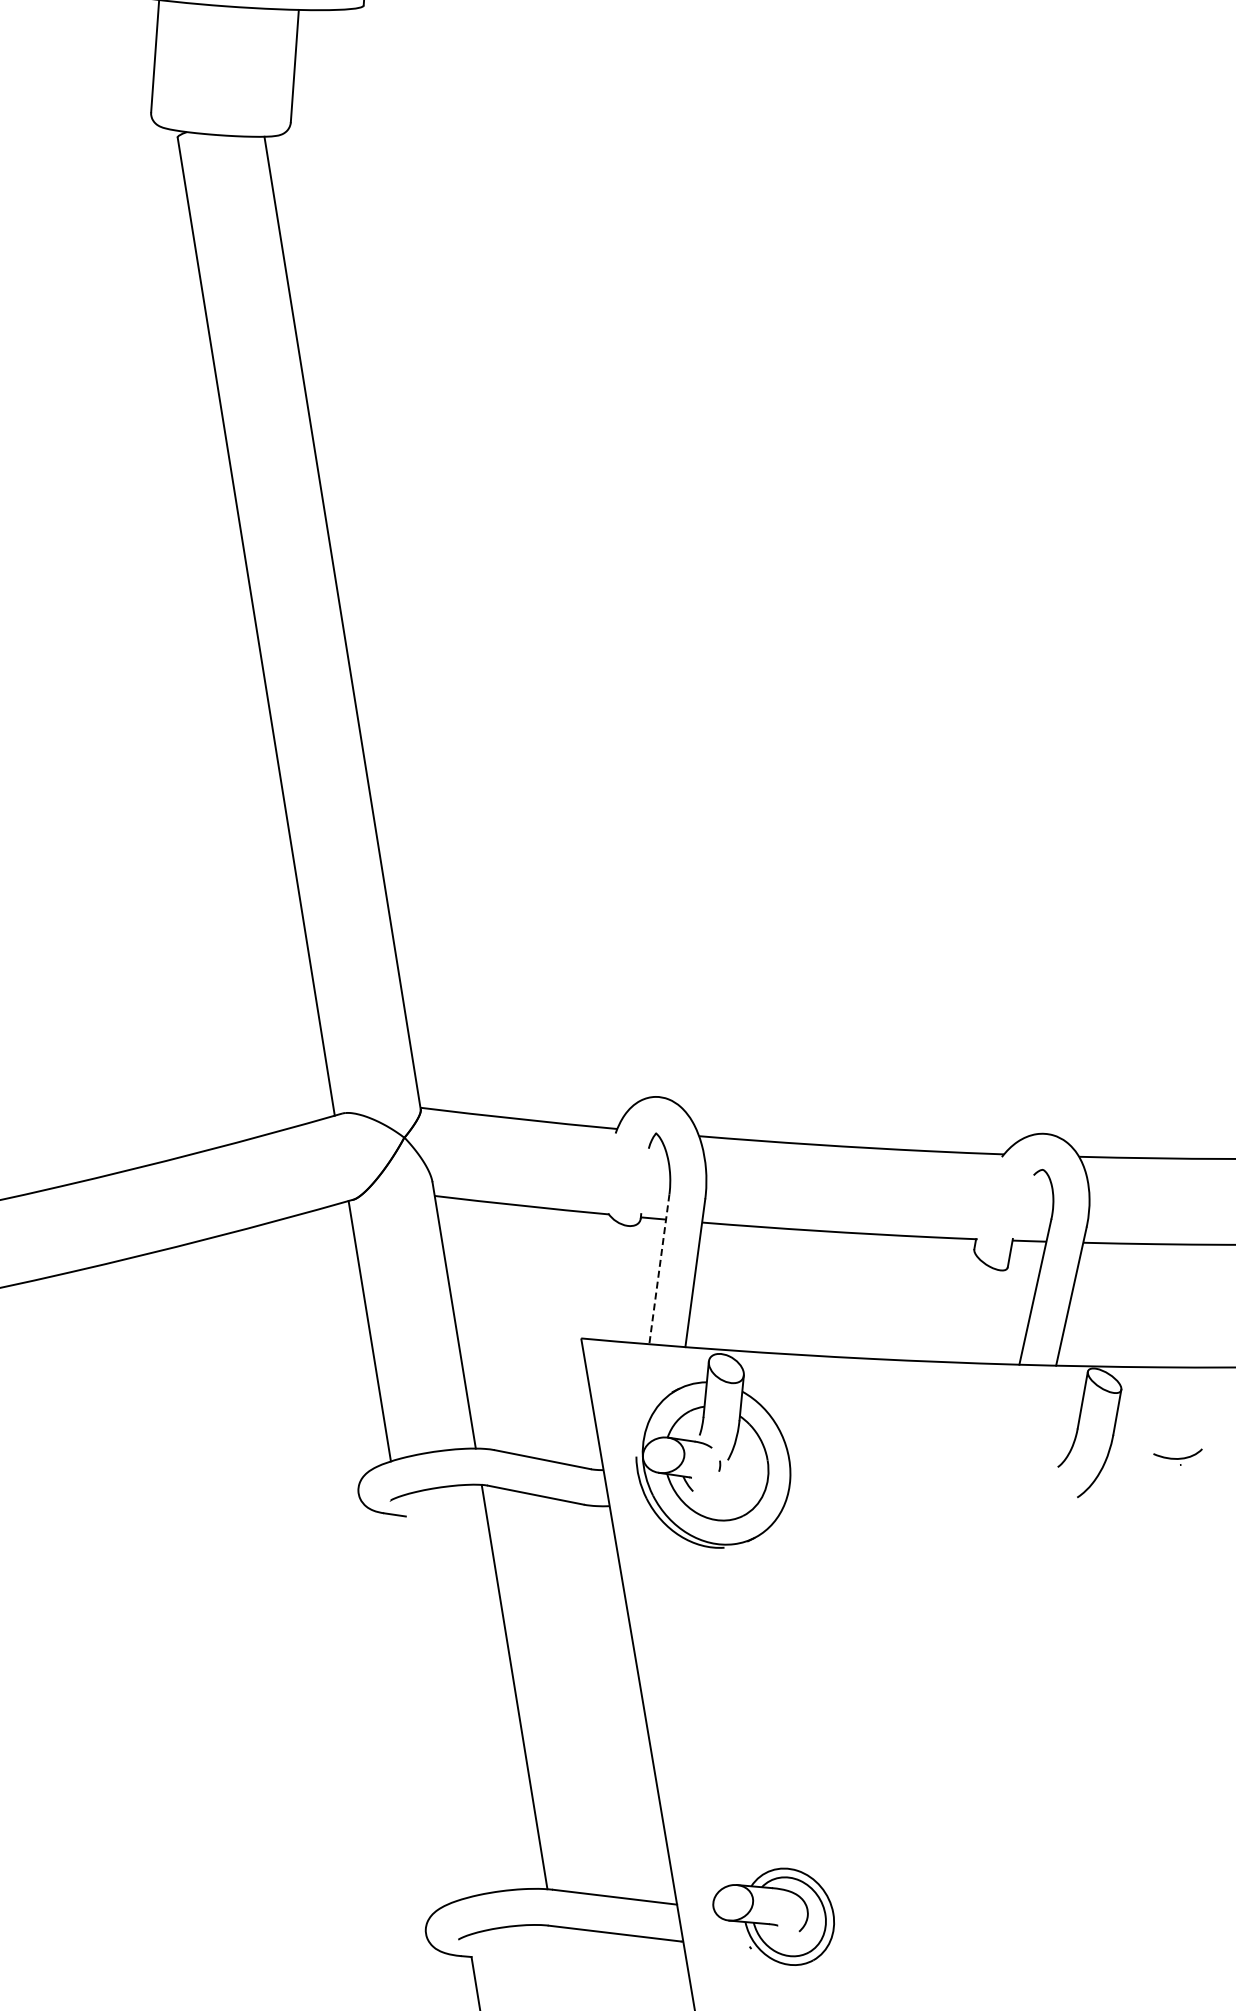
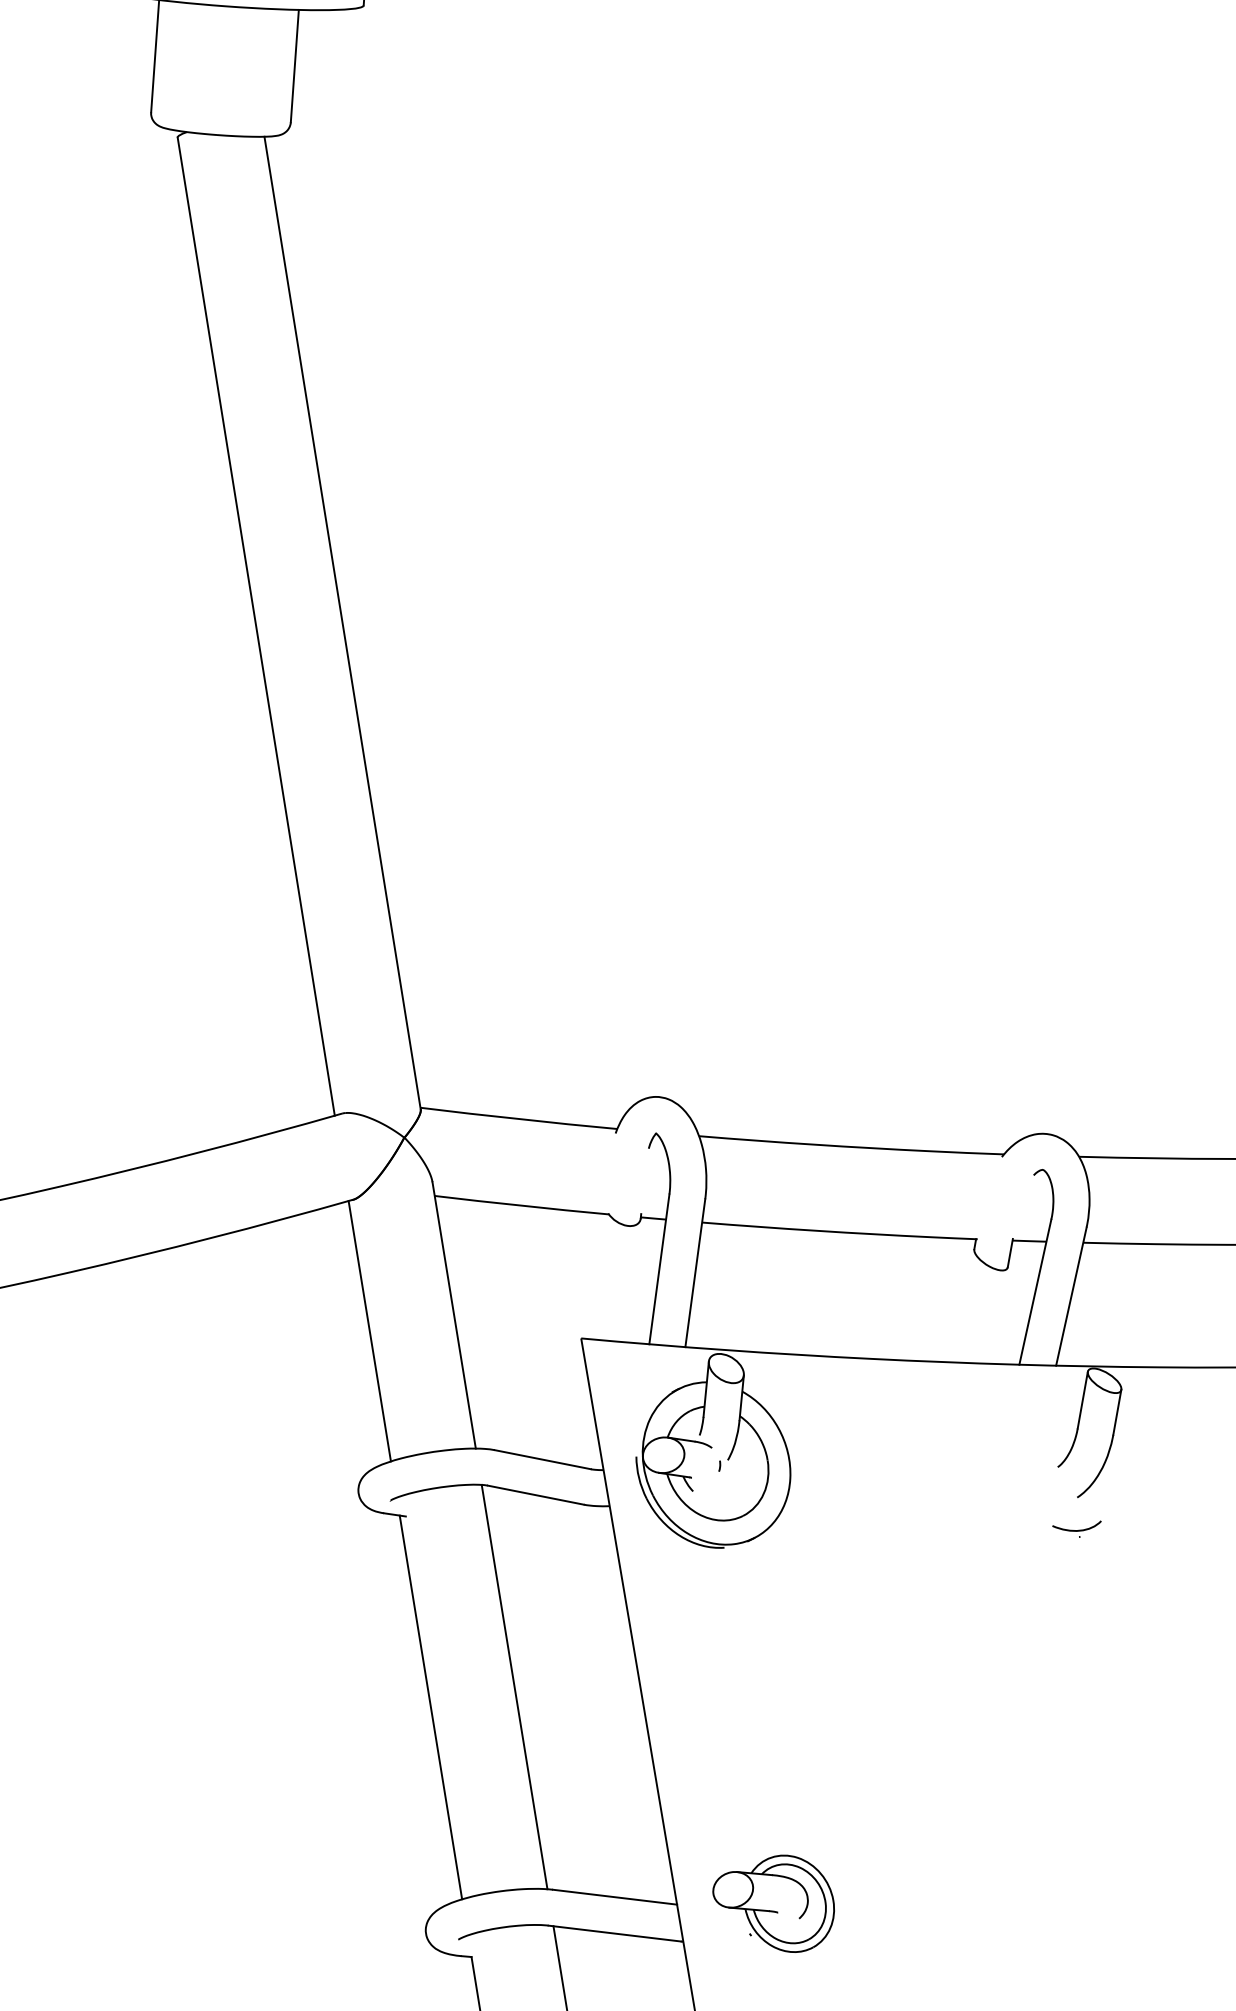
line at (659, 1269): dashed -> solid
part at (1177, 1456) position: (1177, 1456) -> (1076, 1528)
line at (430, 1707): none -> present
part at (773, 1916) position: (773, 1916) -> (773, 1903)
line at (559, 1966): none -> present
